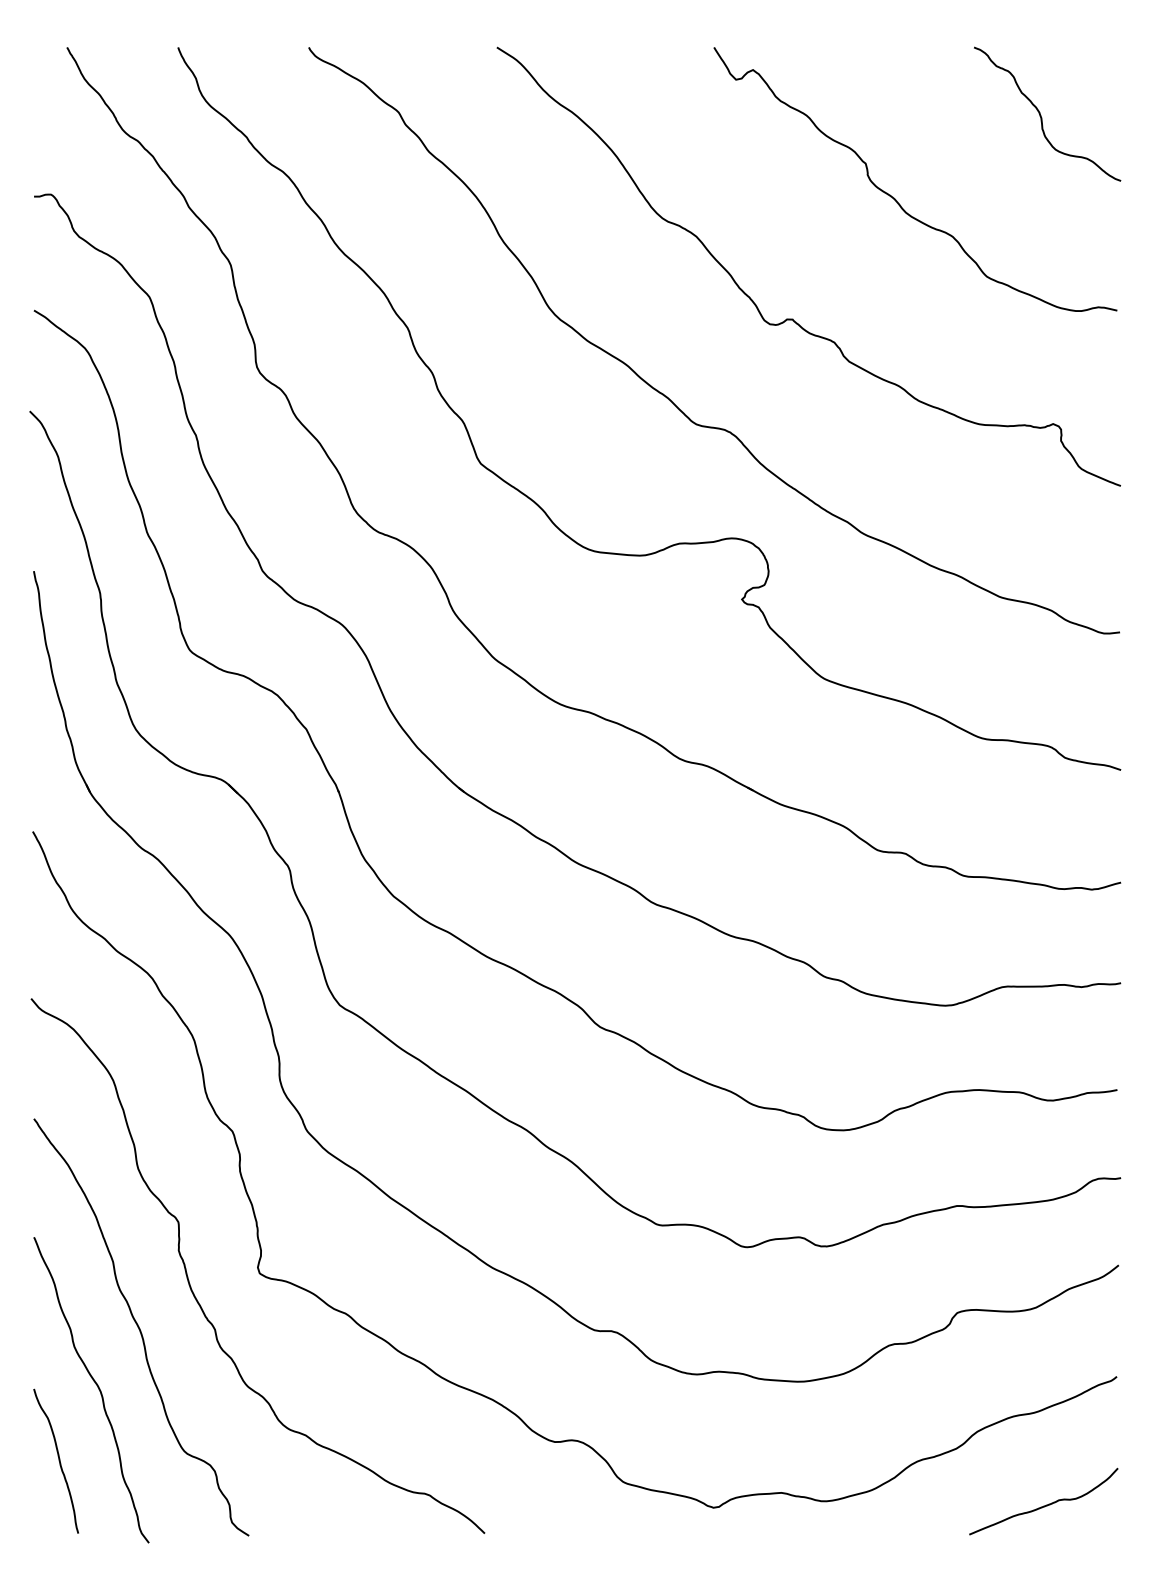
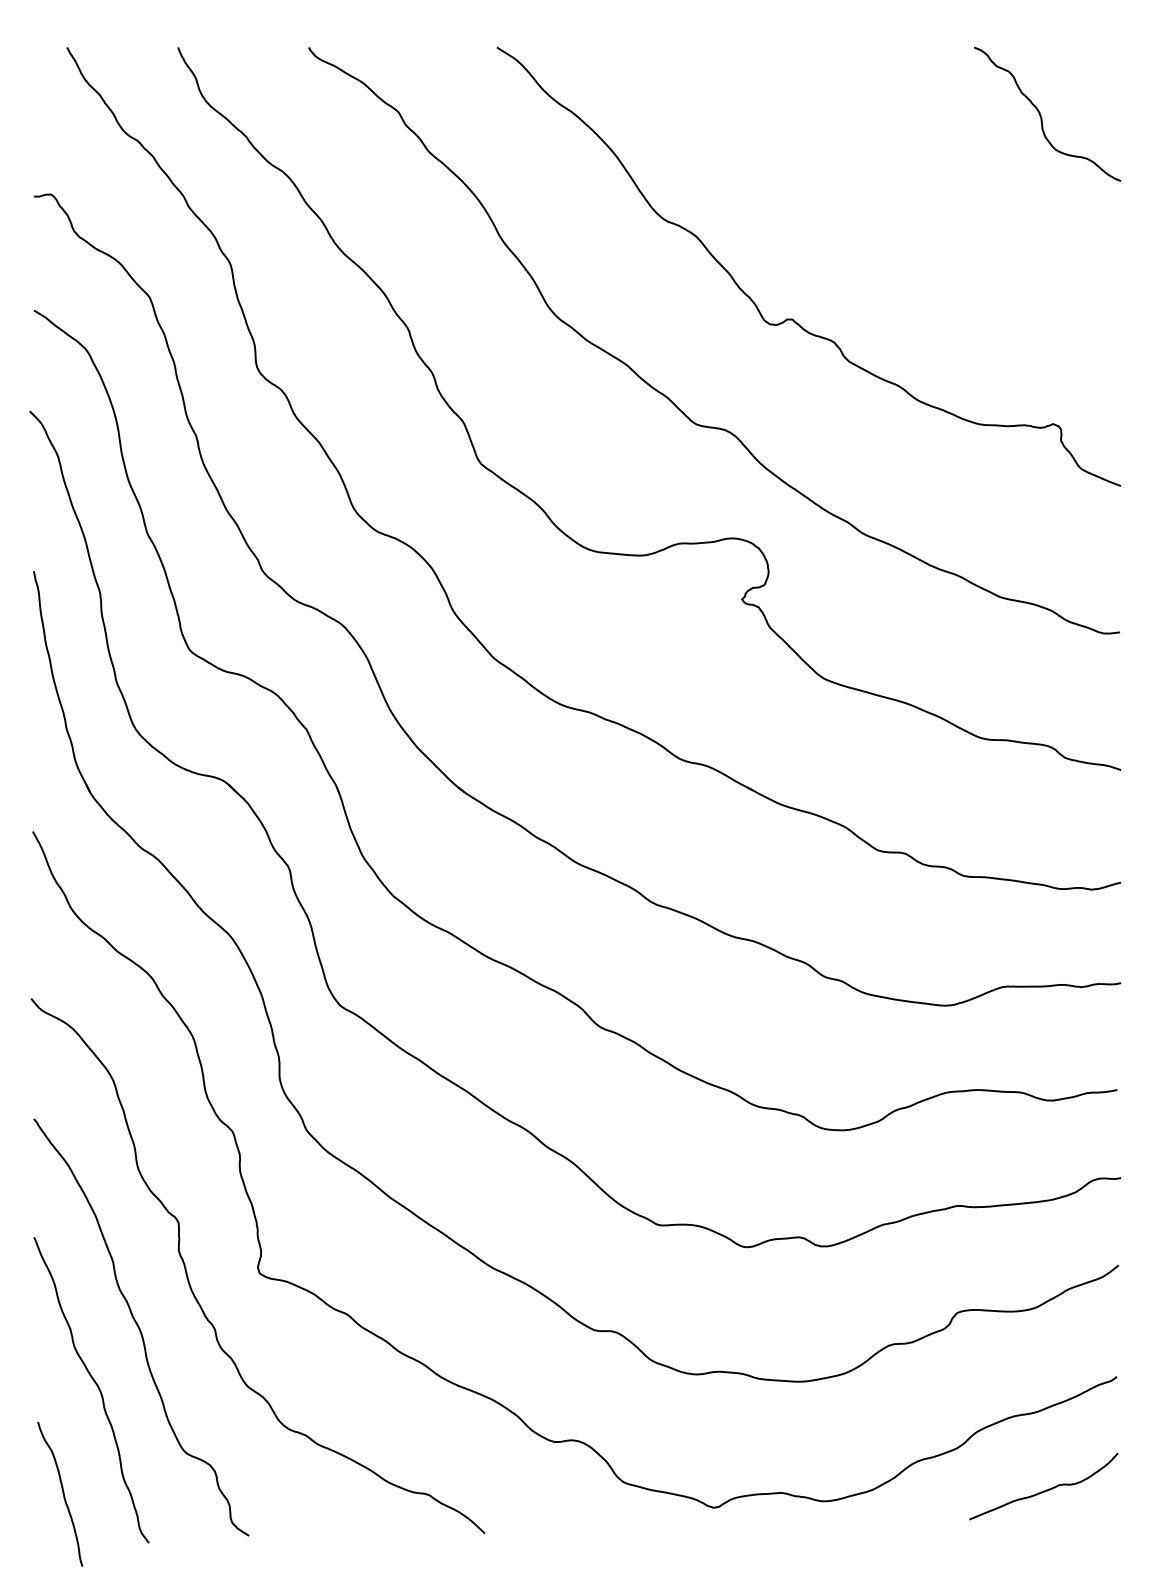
curve at (895, 198): present -> none
curve at (58, 1460) position: (58, 1460) -> (62, 1493)
curve at (1043, 1505) position: (1043, 1505) -> (1043, 1490)
